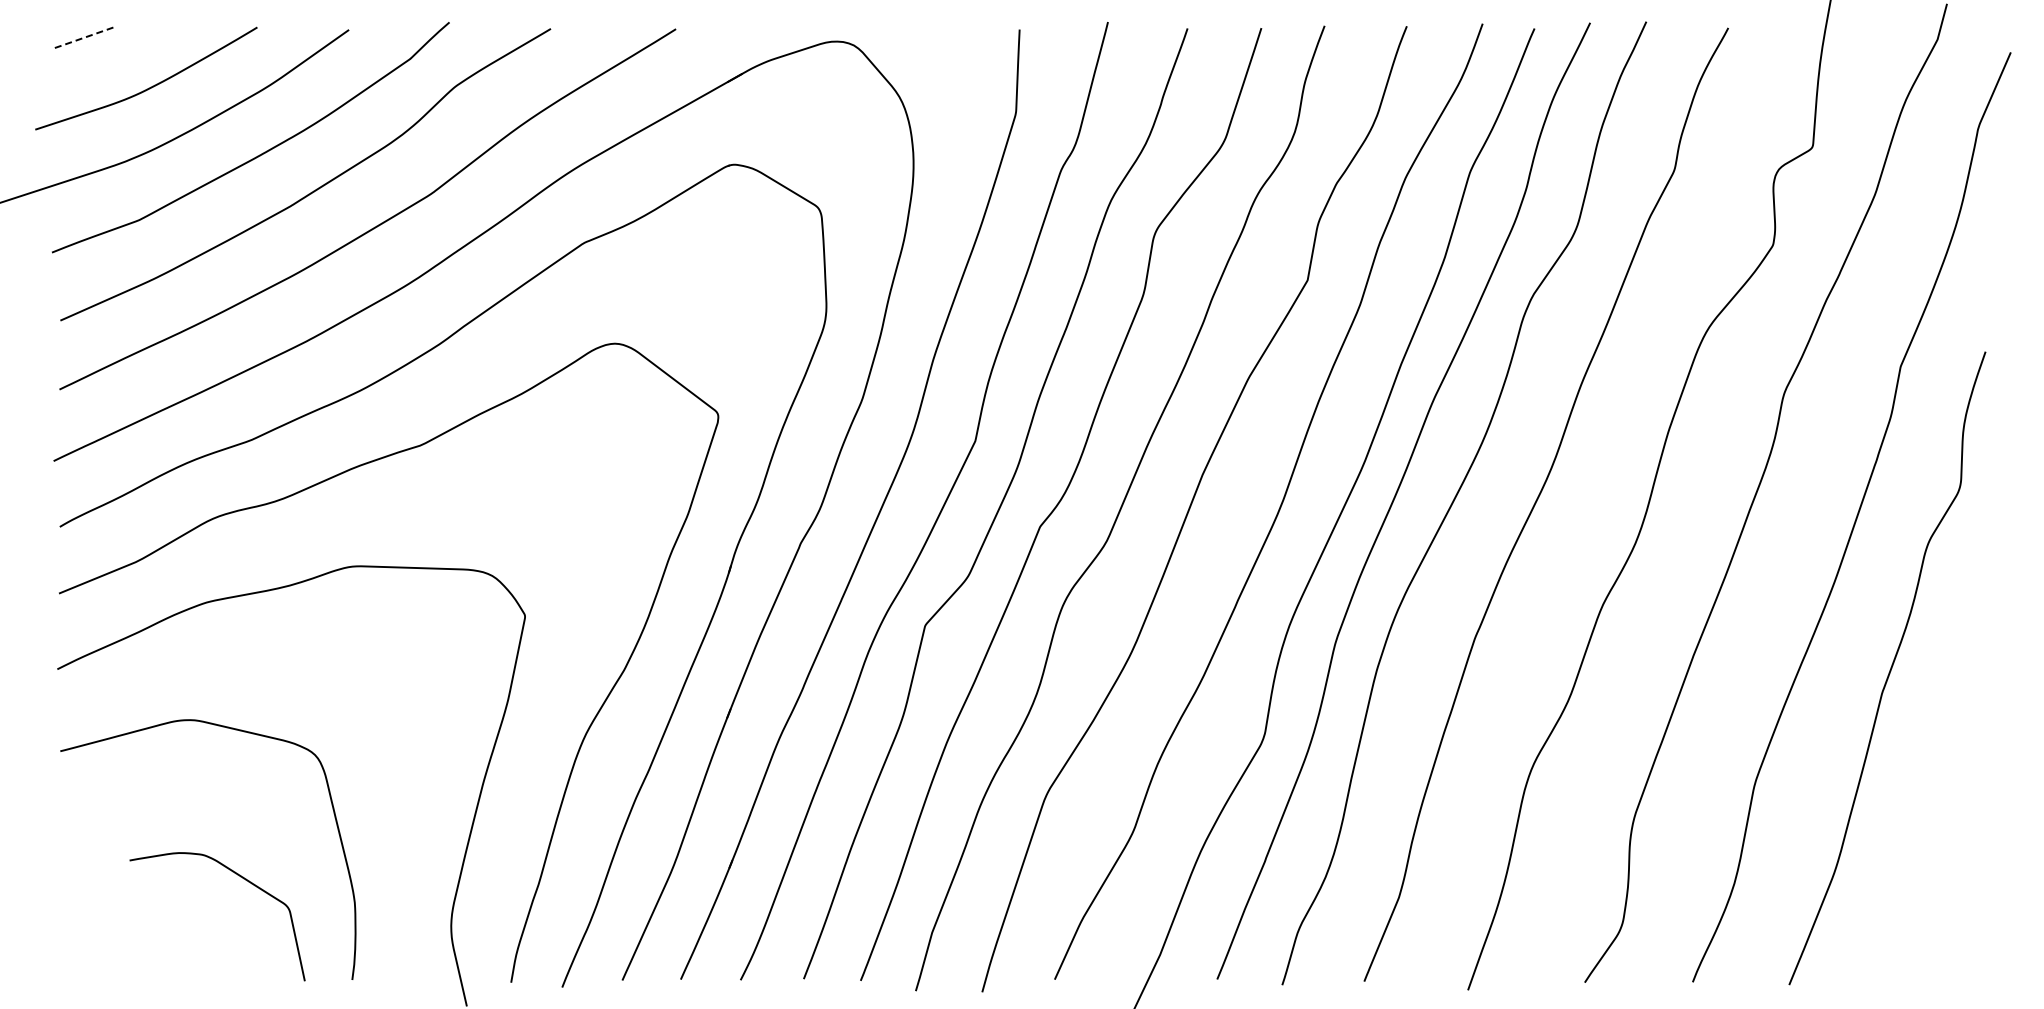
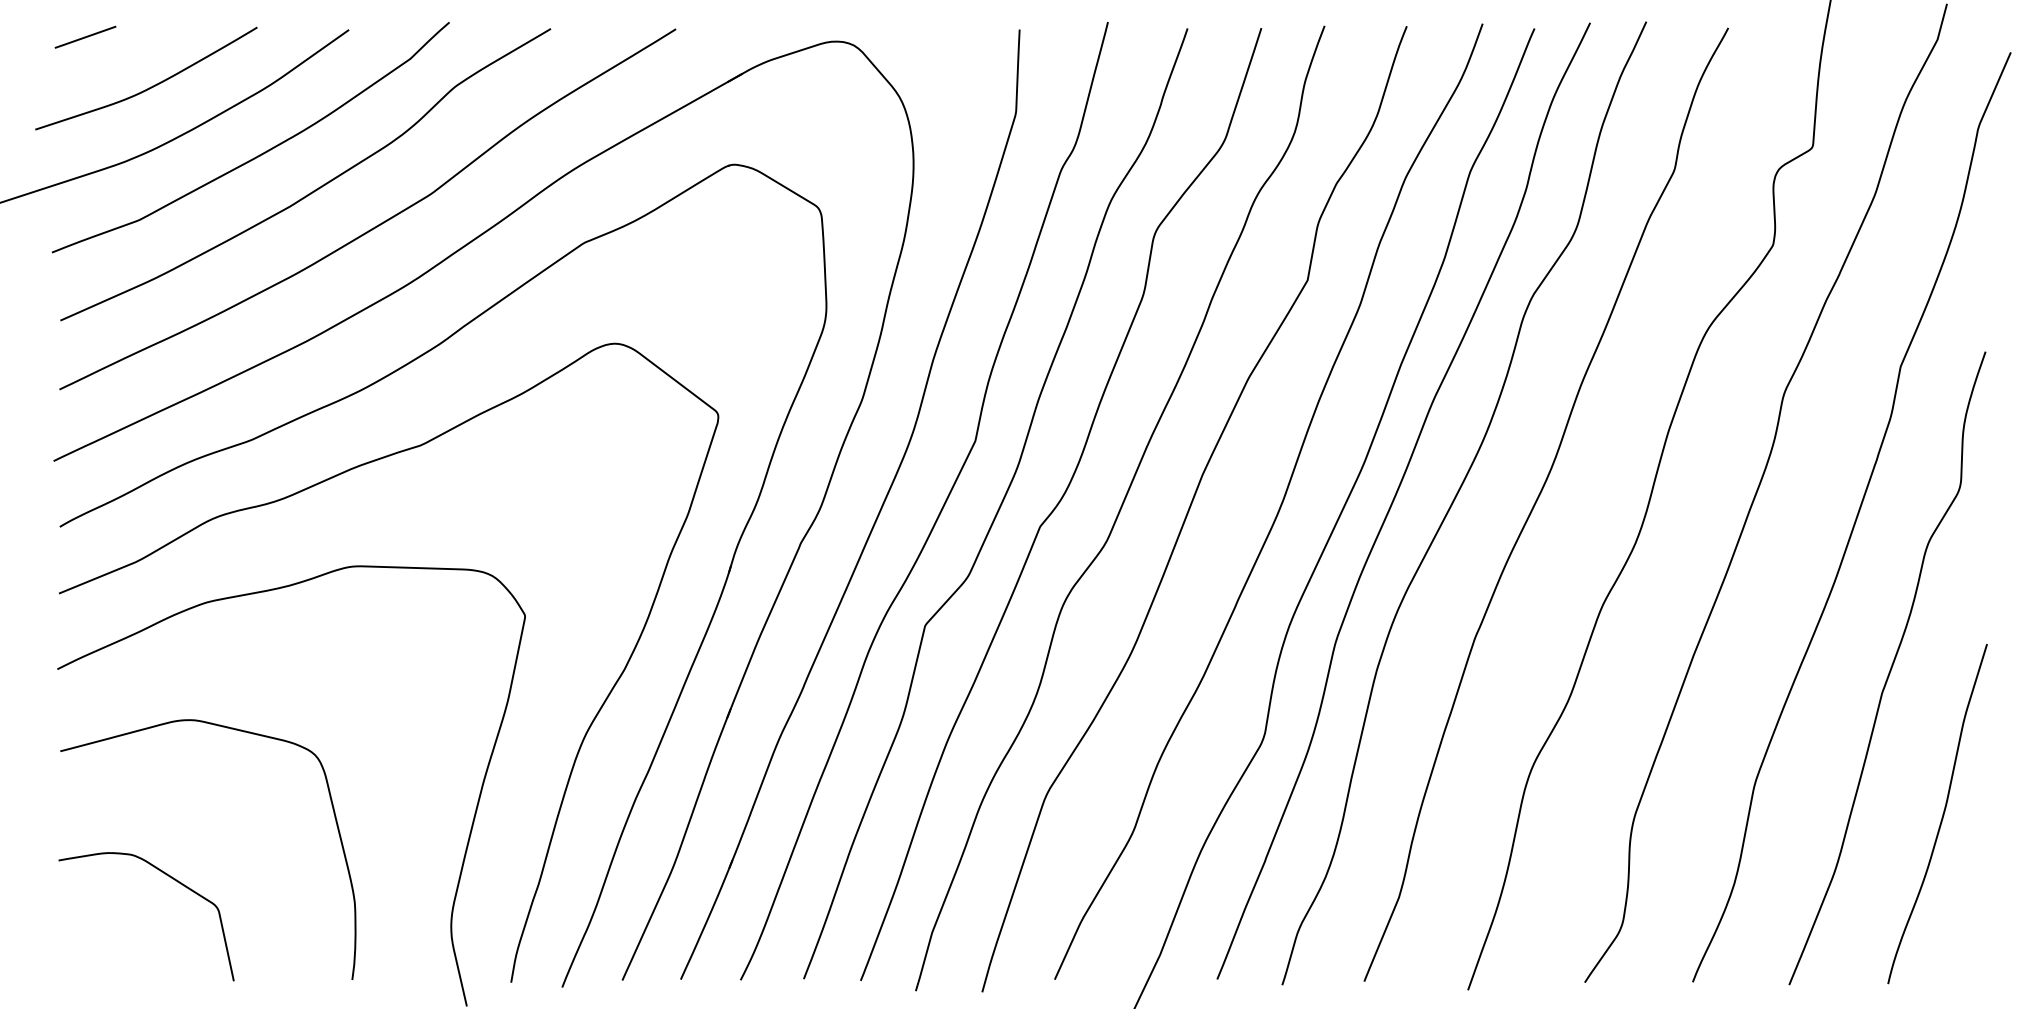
line at (84, 37): dashed -> solid
curve at (1942, 814): none -> present
curve at (243, 879) position: (243, 879) -> (172, 879)
